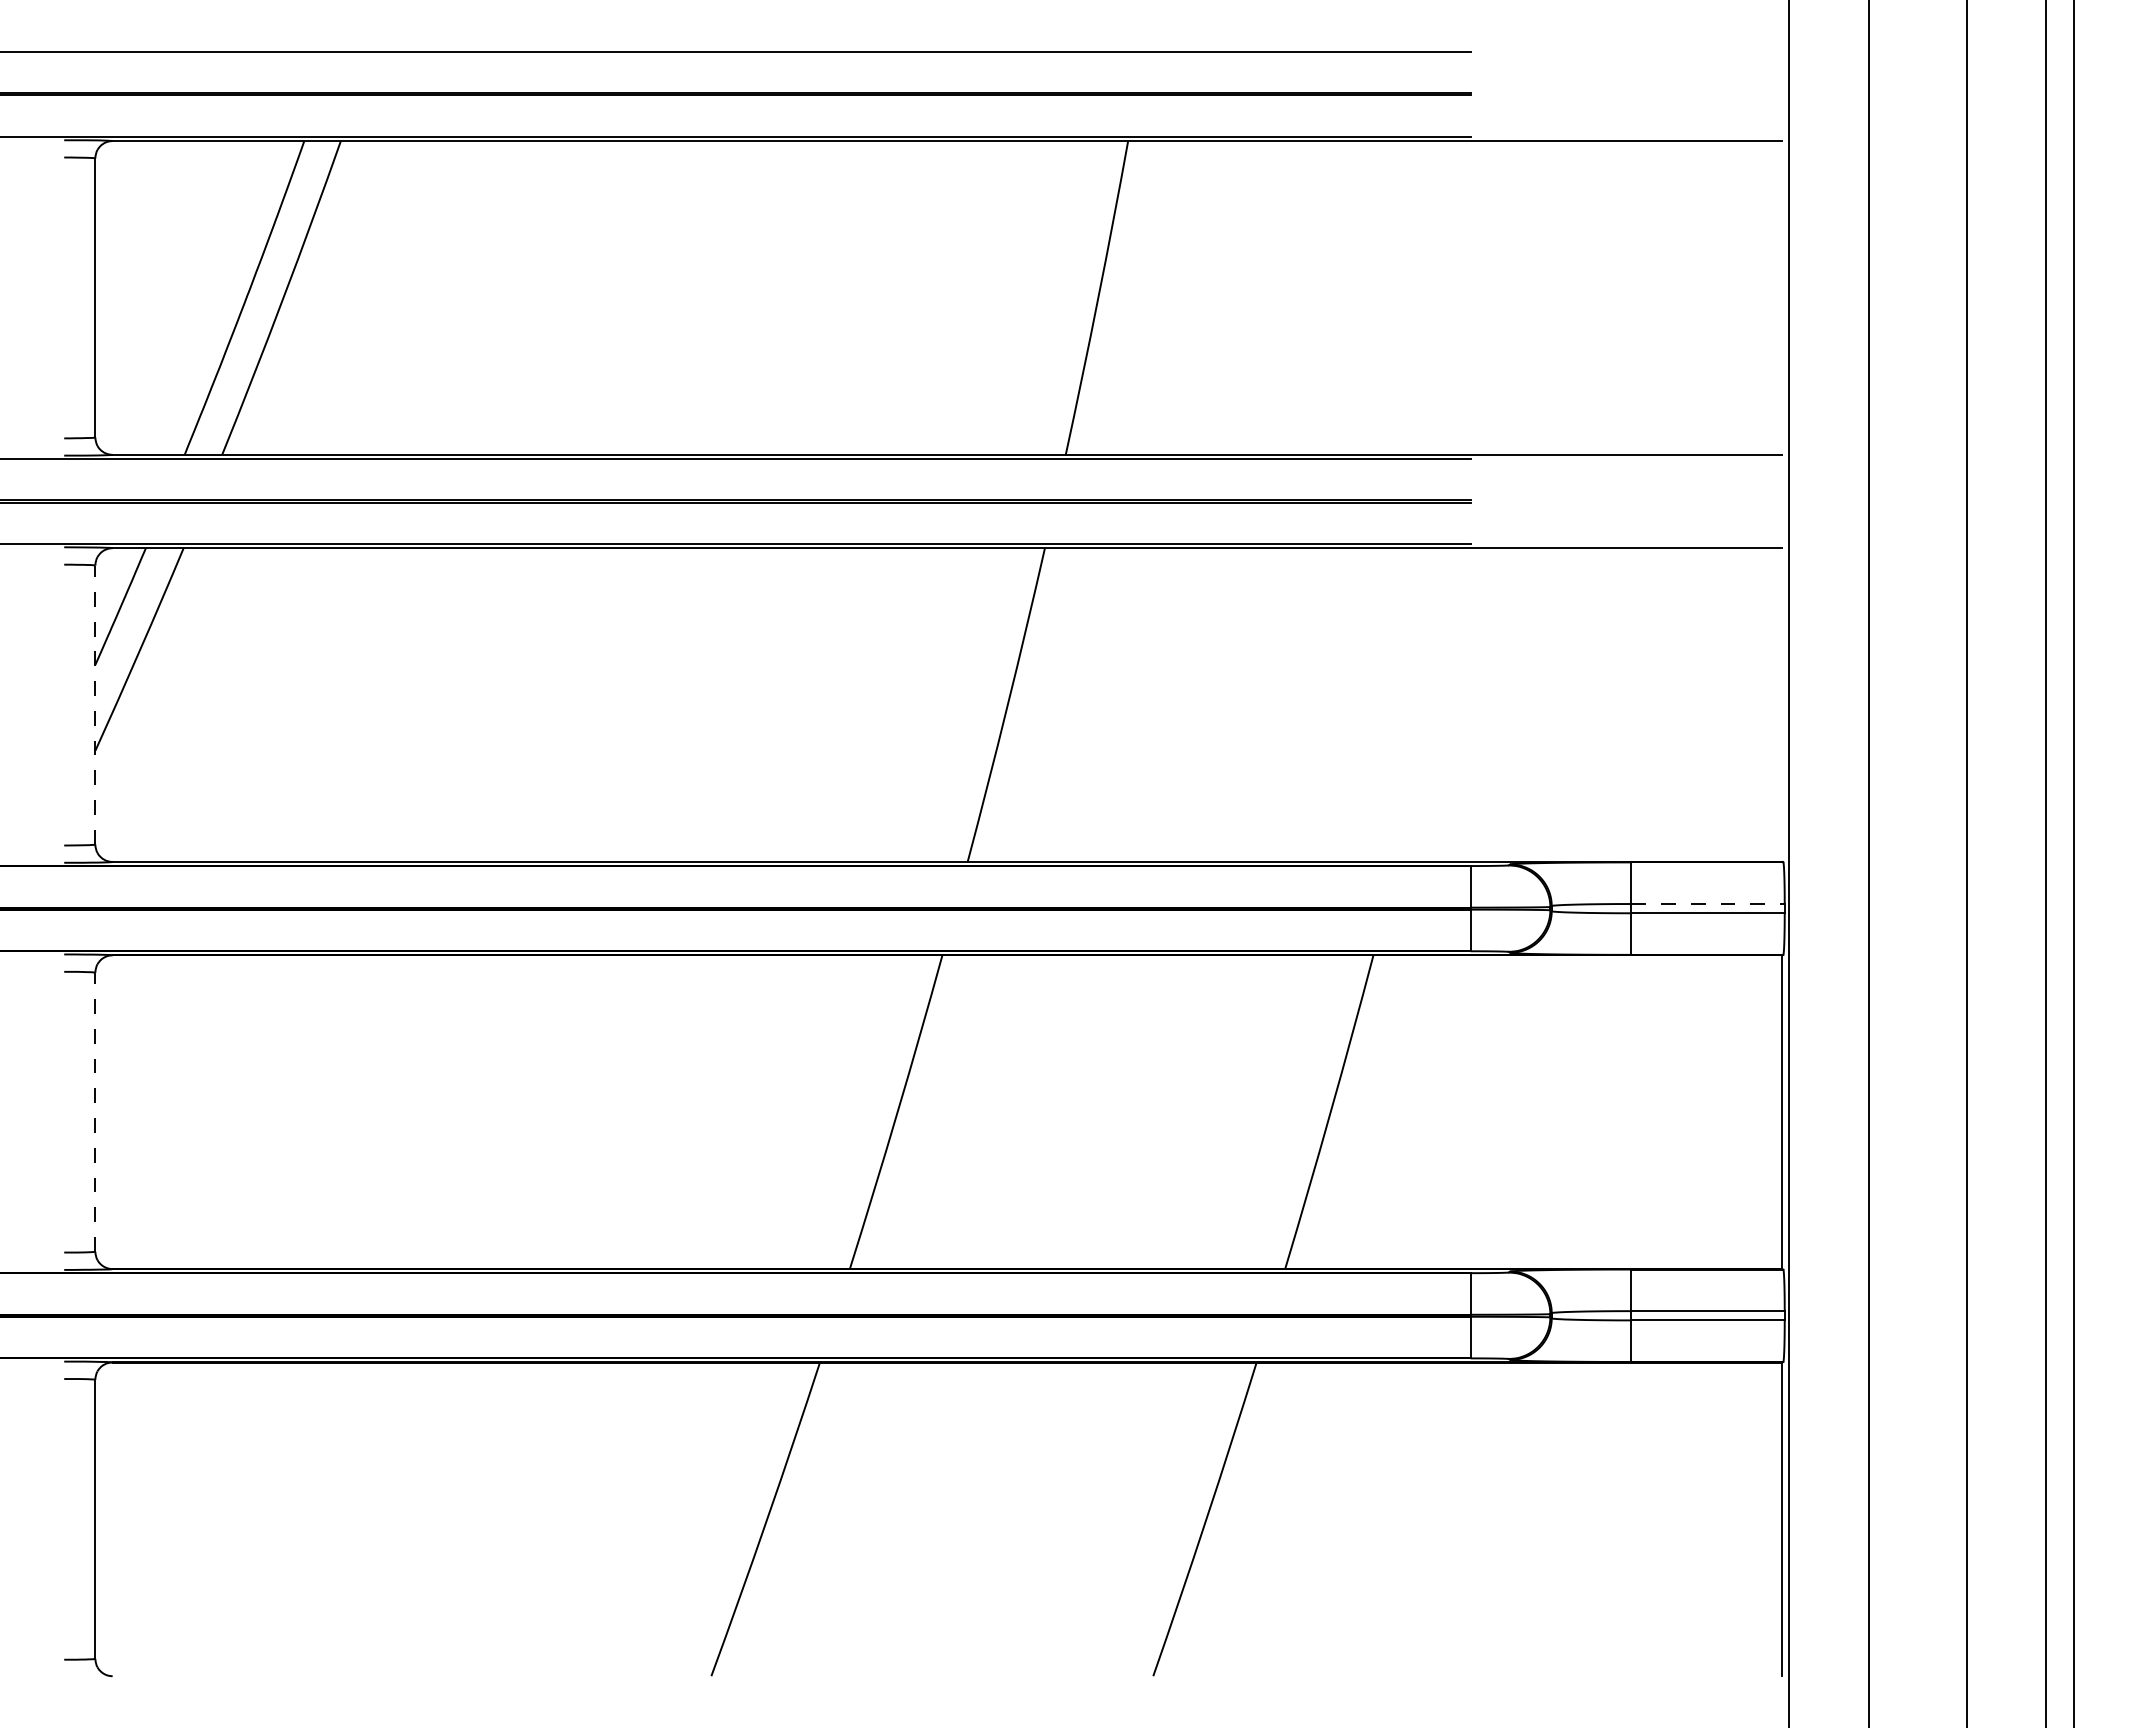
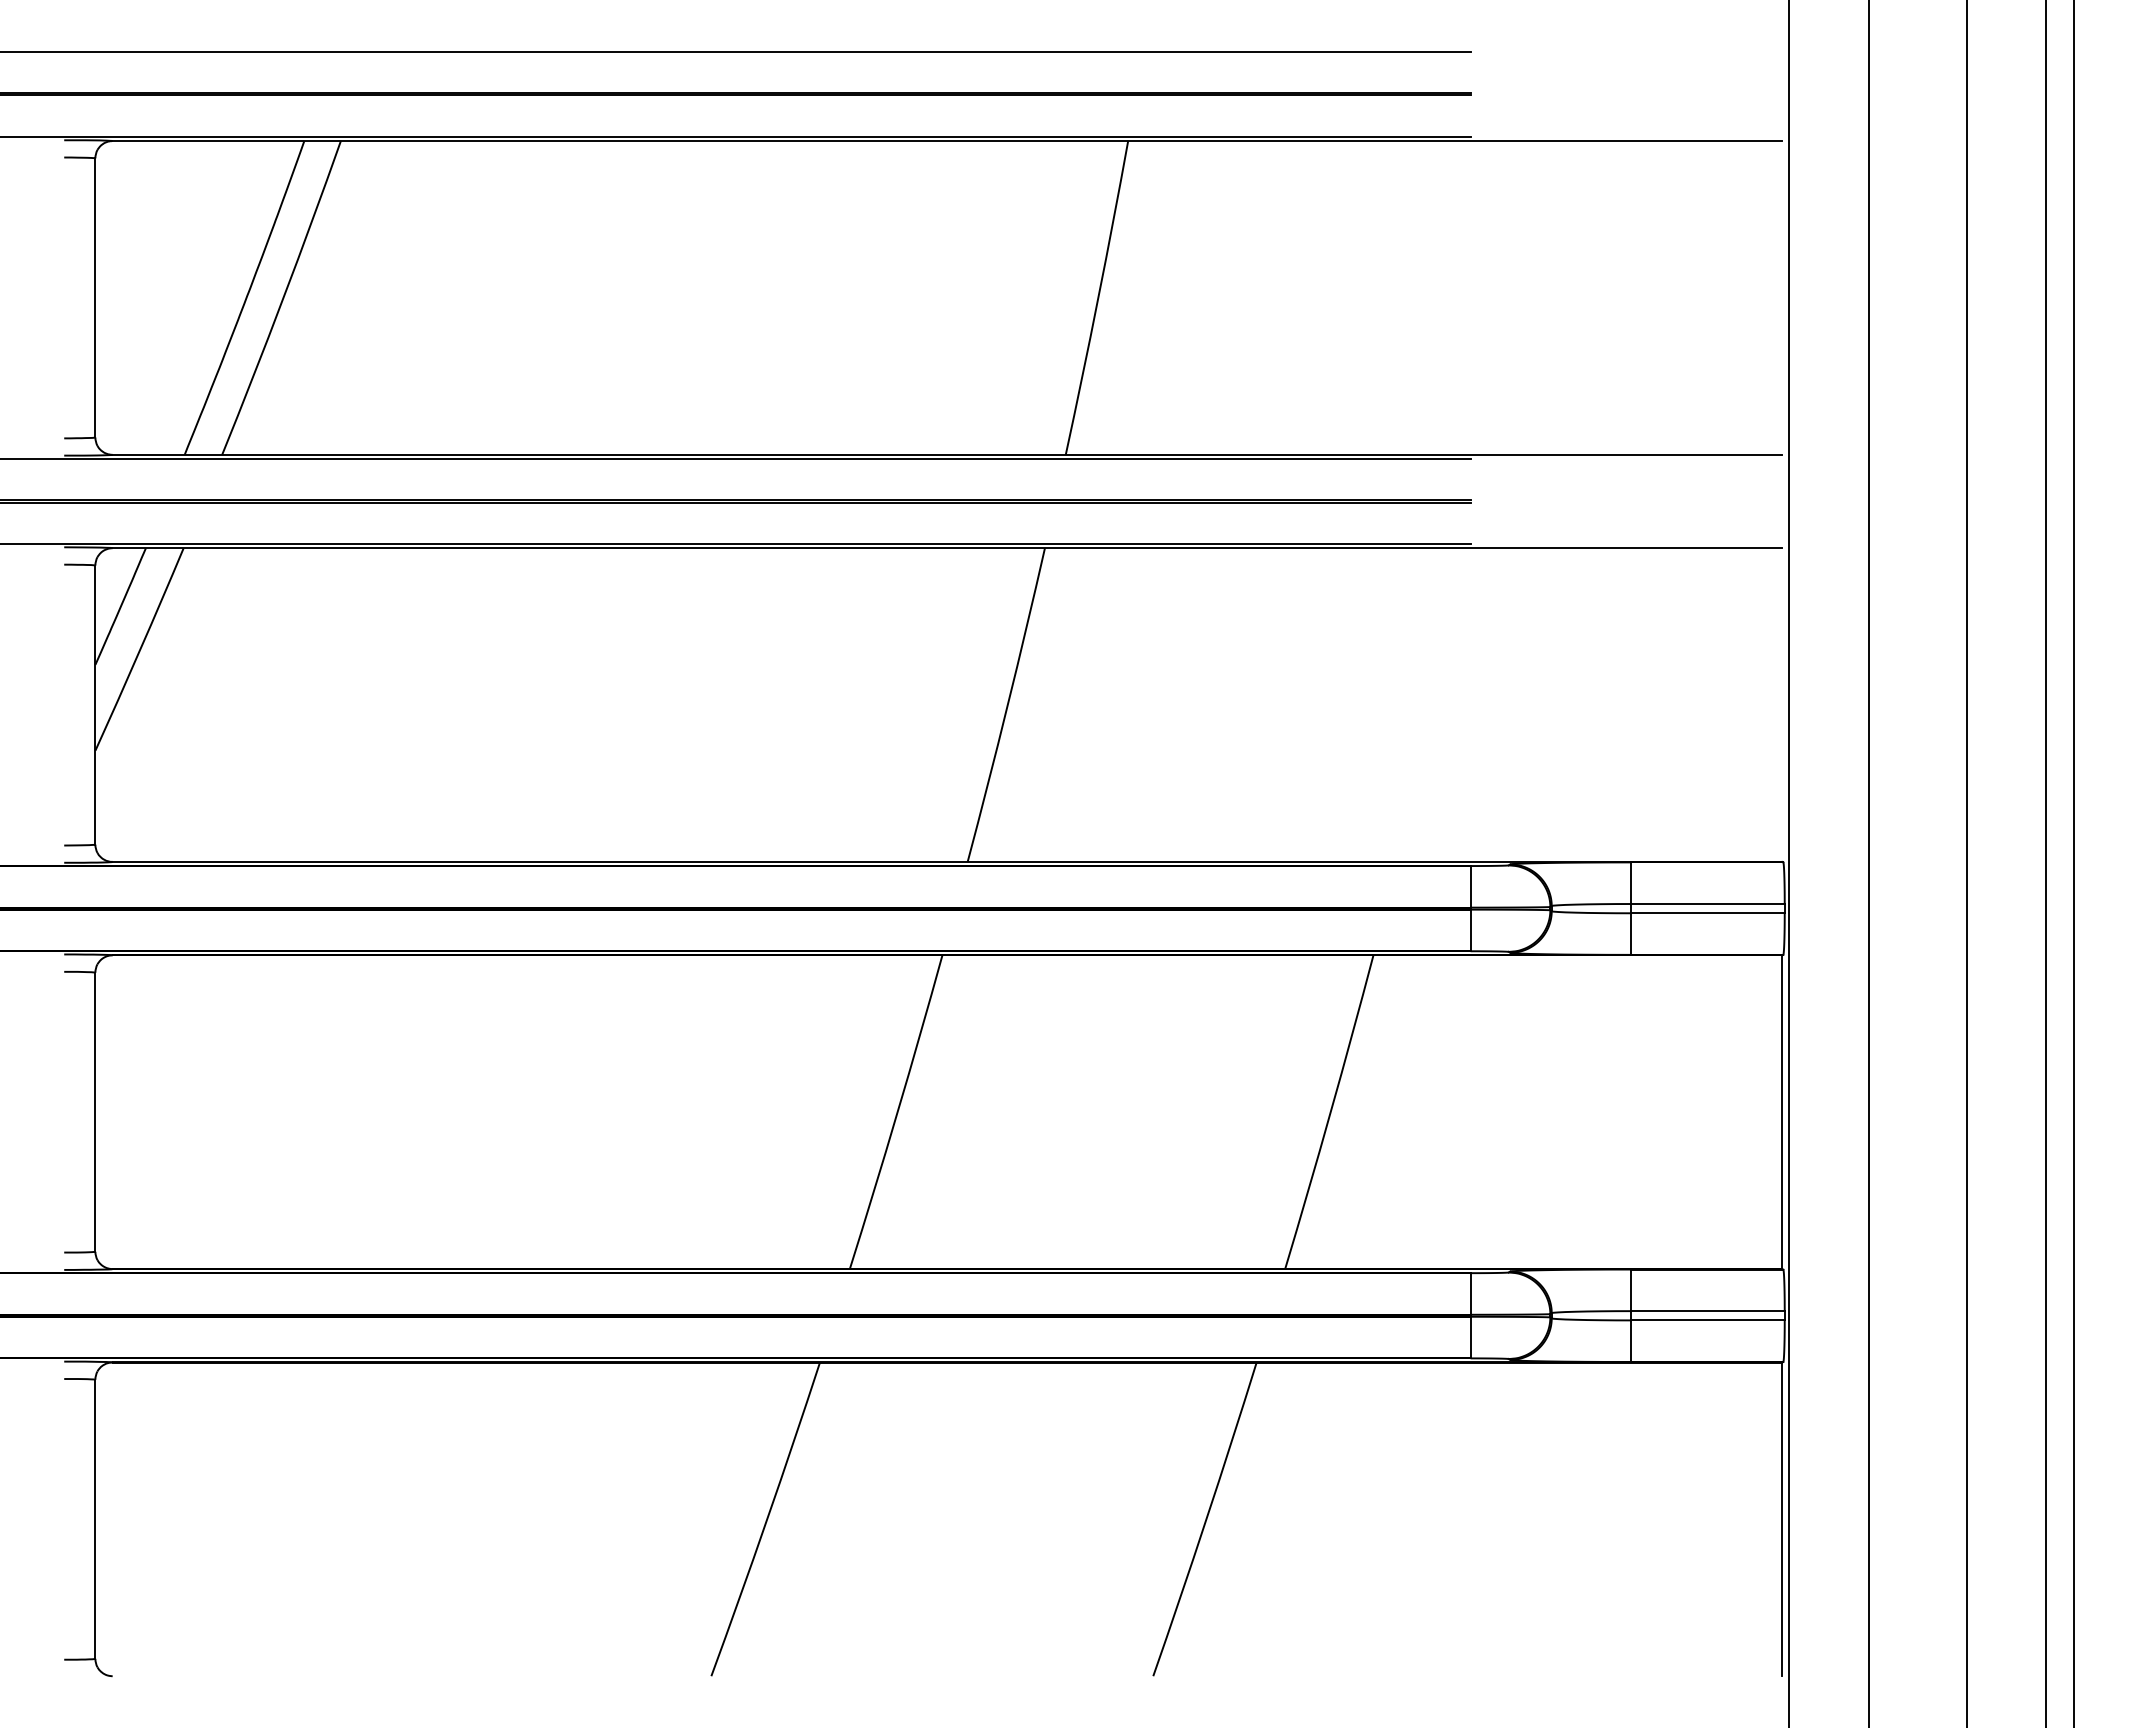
line at (95, 705): dashed -> solid
line at (1708, 904): dashed -> solid
line at (95, 1112): dashed -> solid
